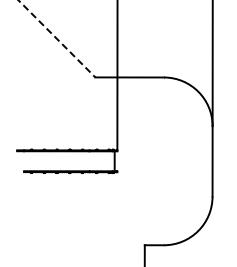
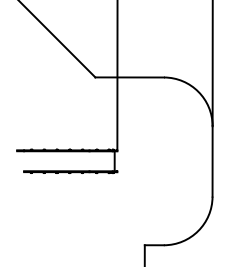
line at (57, 39): dashed -> solid
